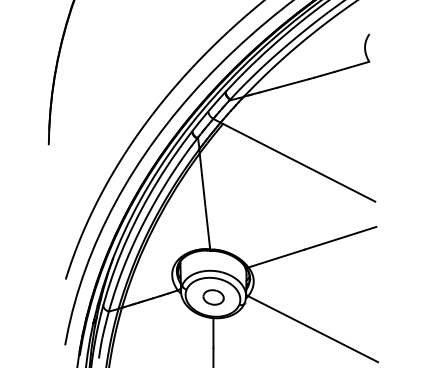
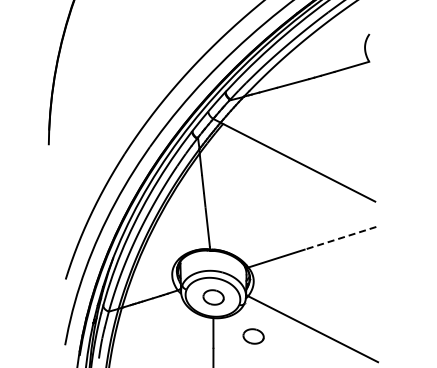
line at (340, 238): solid -> dashed
part at (253, 336): none -> present
